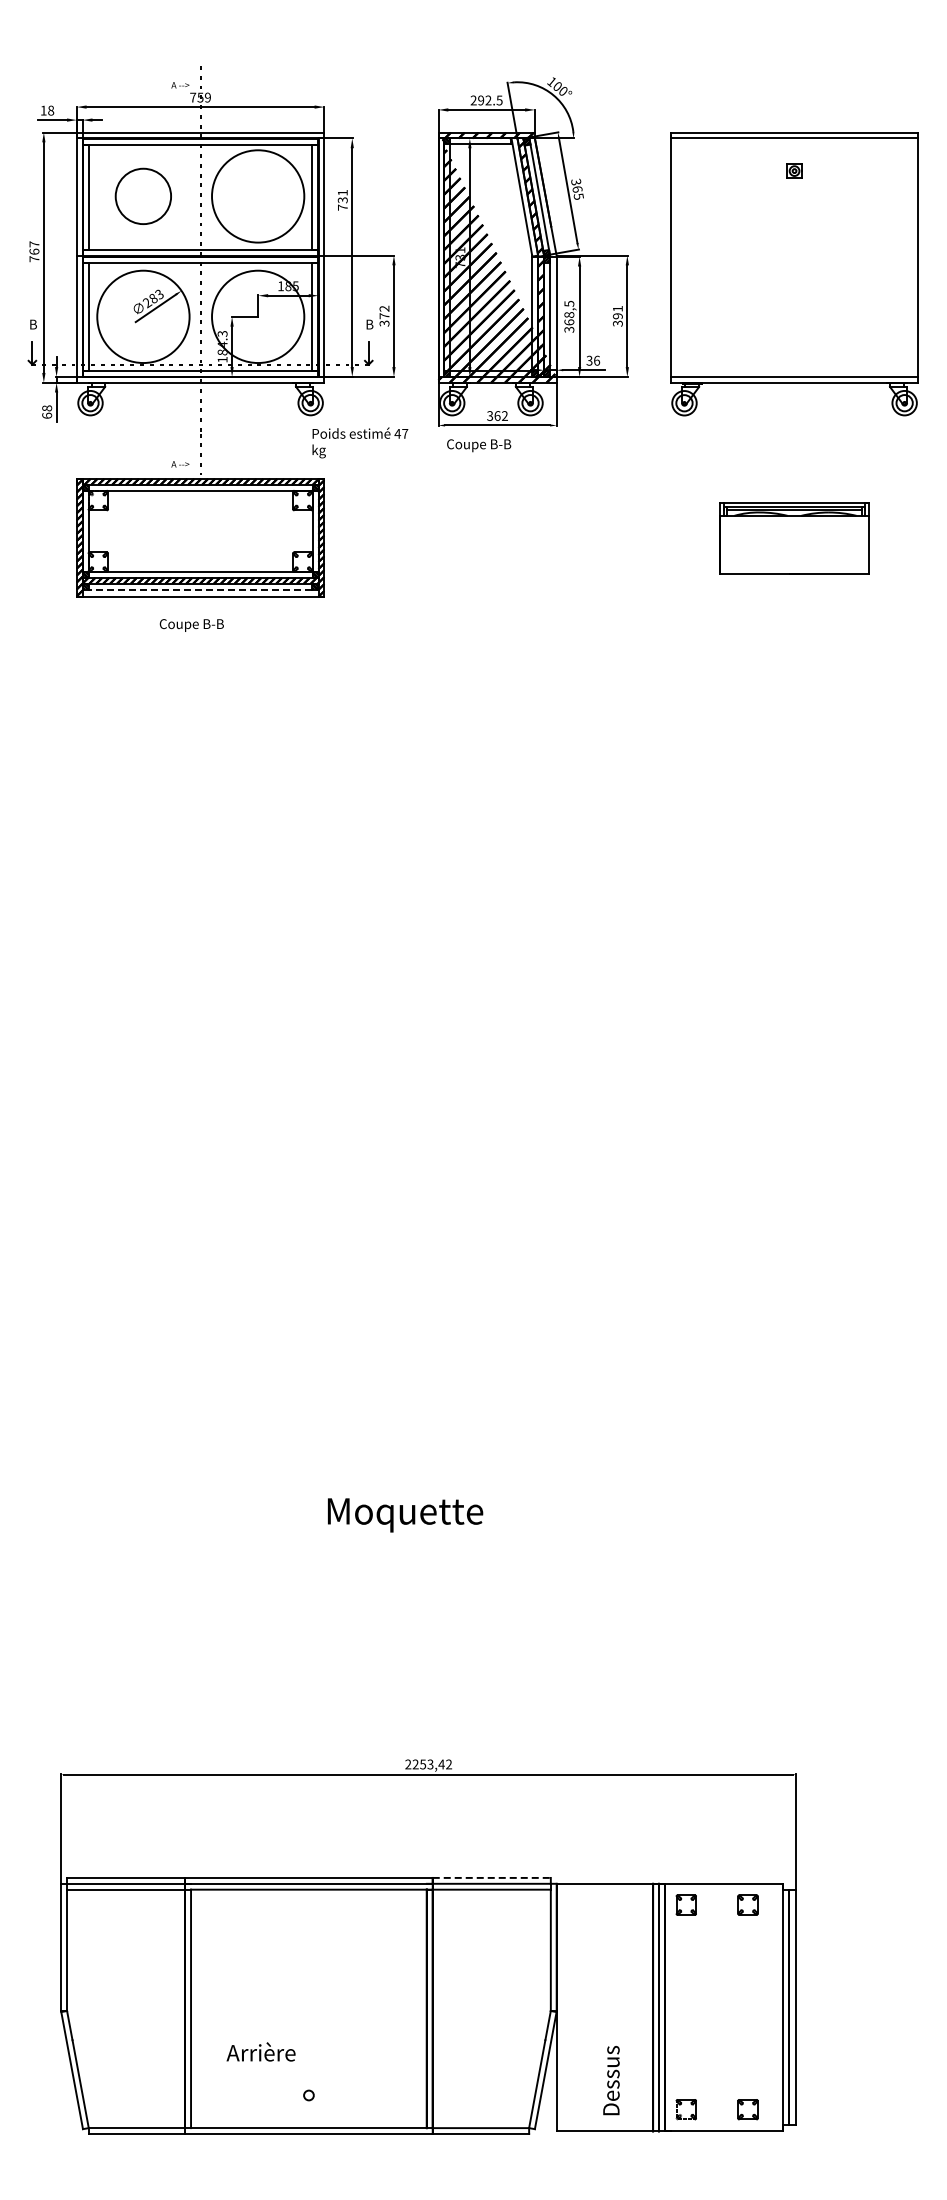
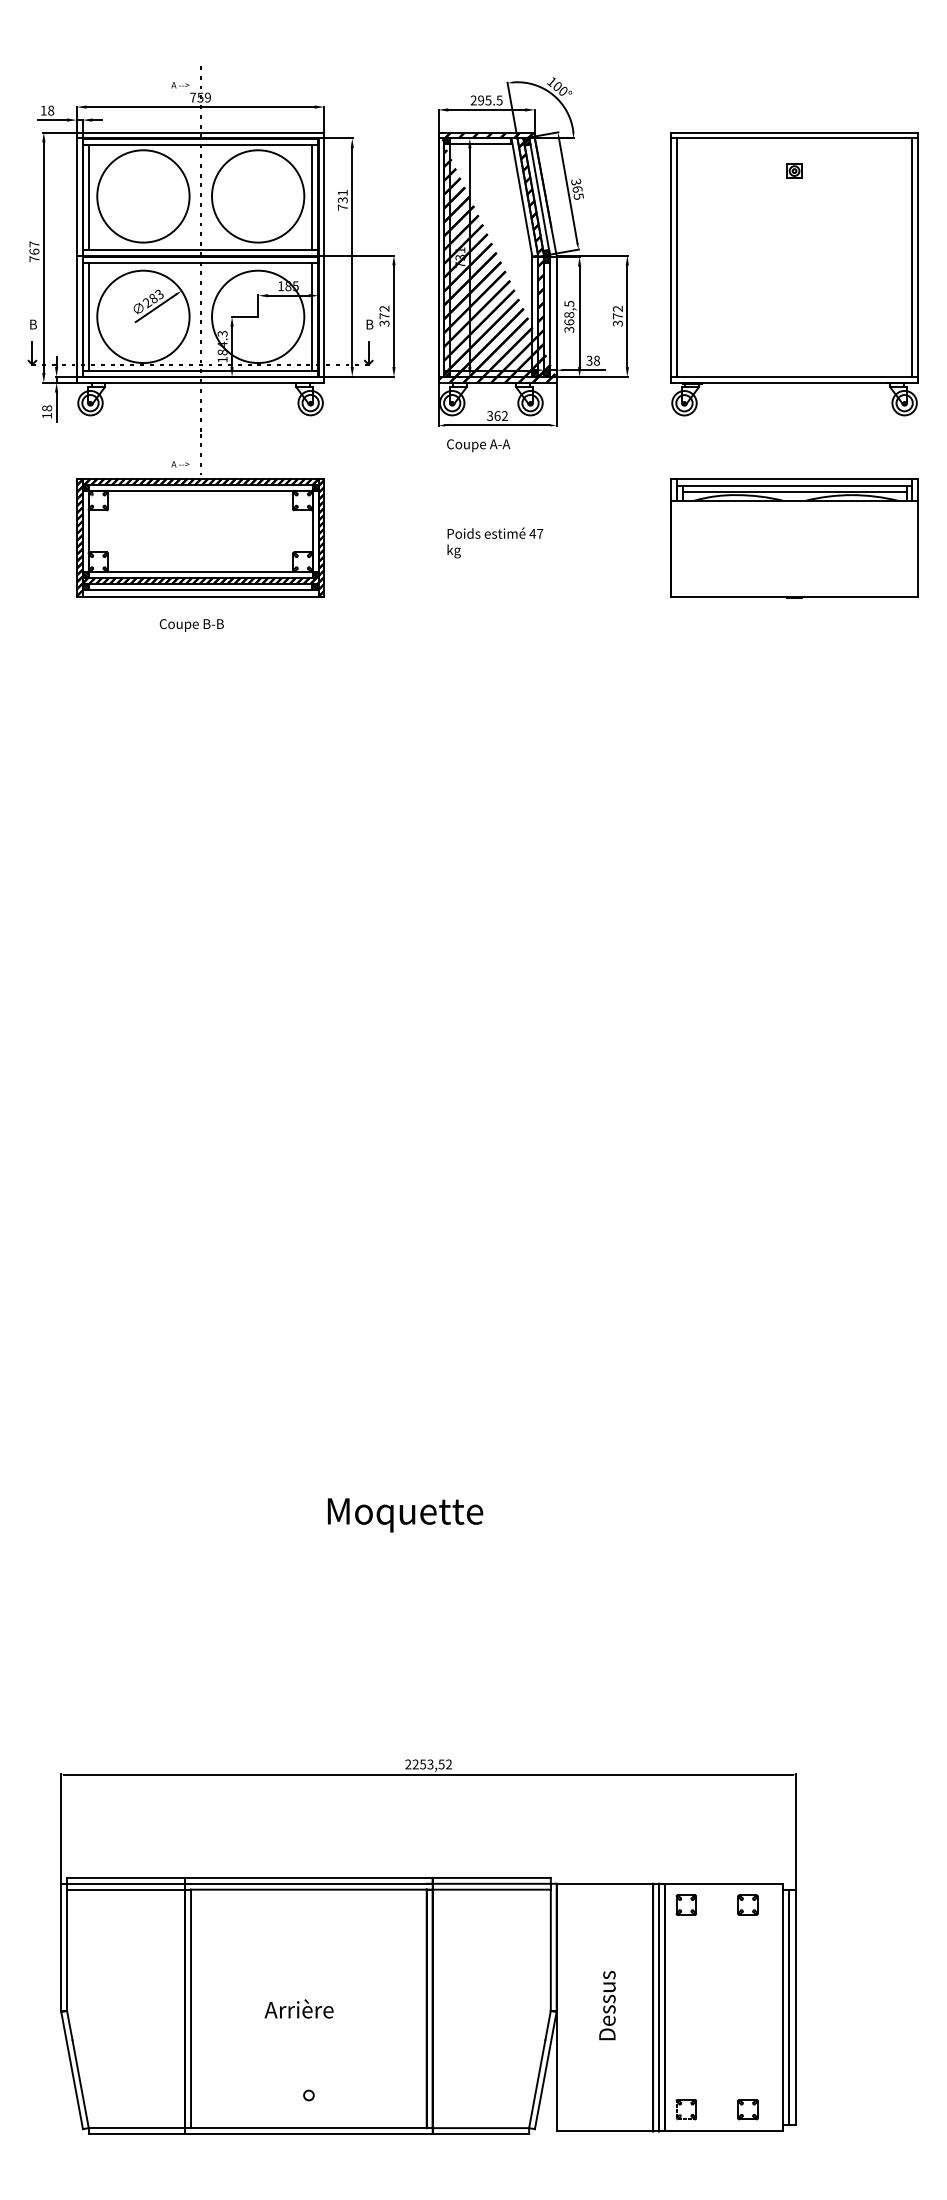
text at (488, 100): 292.5 -> 295.5
circle at (143, 196) diameter: 55 px -> 92 px
line at (676, 257): none -> present
line at (912, 257): none -> present
text at (617, 312): 391 -> 372
text at (597, 360): 36 -> 38
text at (47, 415): 68 -> 18
text at (360, 442) position: (360, 442) -> (495, 542)
text at (500, 444): Coupe B-B -> Coupe A-A
part at (794, 538) size: 151x73 px -> 249x121 px
line at (200, 589): dashed -> solid
text at (441, 1764): 2253,42 -> 2253,52
line at (492, 1877): dashed -> solid
text at (260, 2051) position: (260, 2051) -> (298, 2008)
text at (611, 2080) position: (611, 2080) -> (607, 2005)
